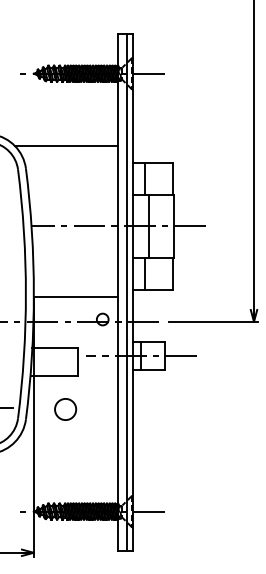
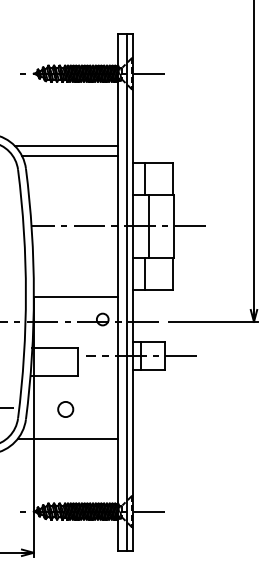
line at (69, 155): none -> present
circle at (65, 409) size: 24x23 px -> 18x17 px
line at (67, 438): none -> present
